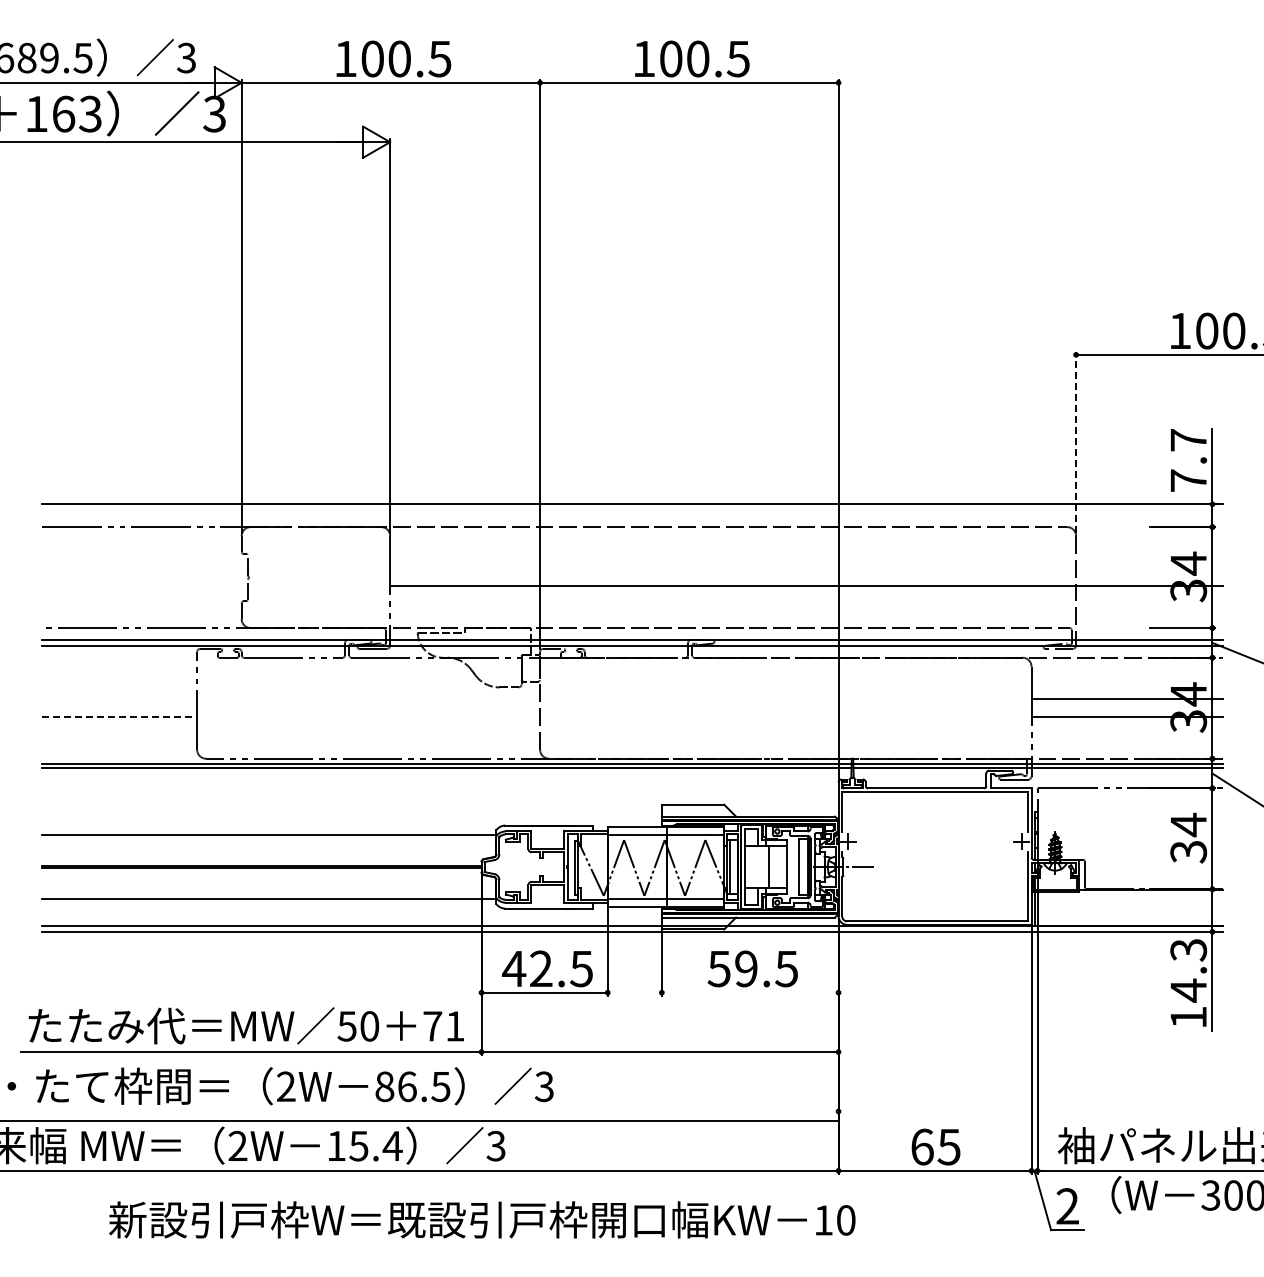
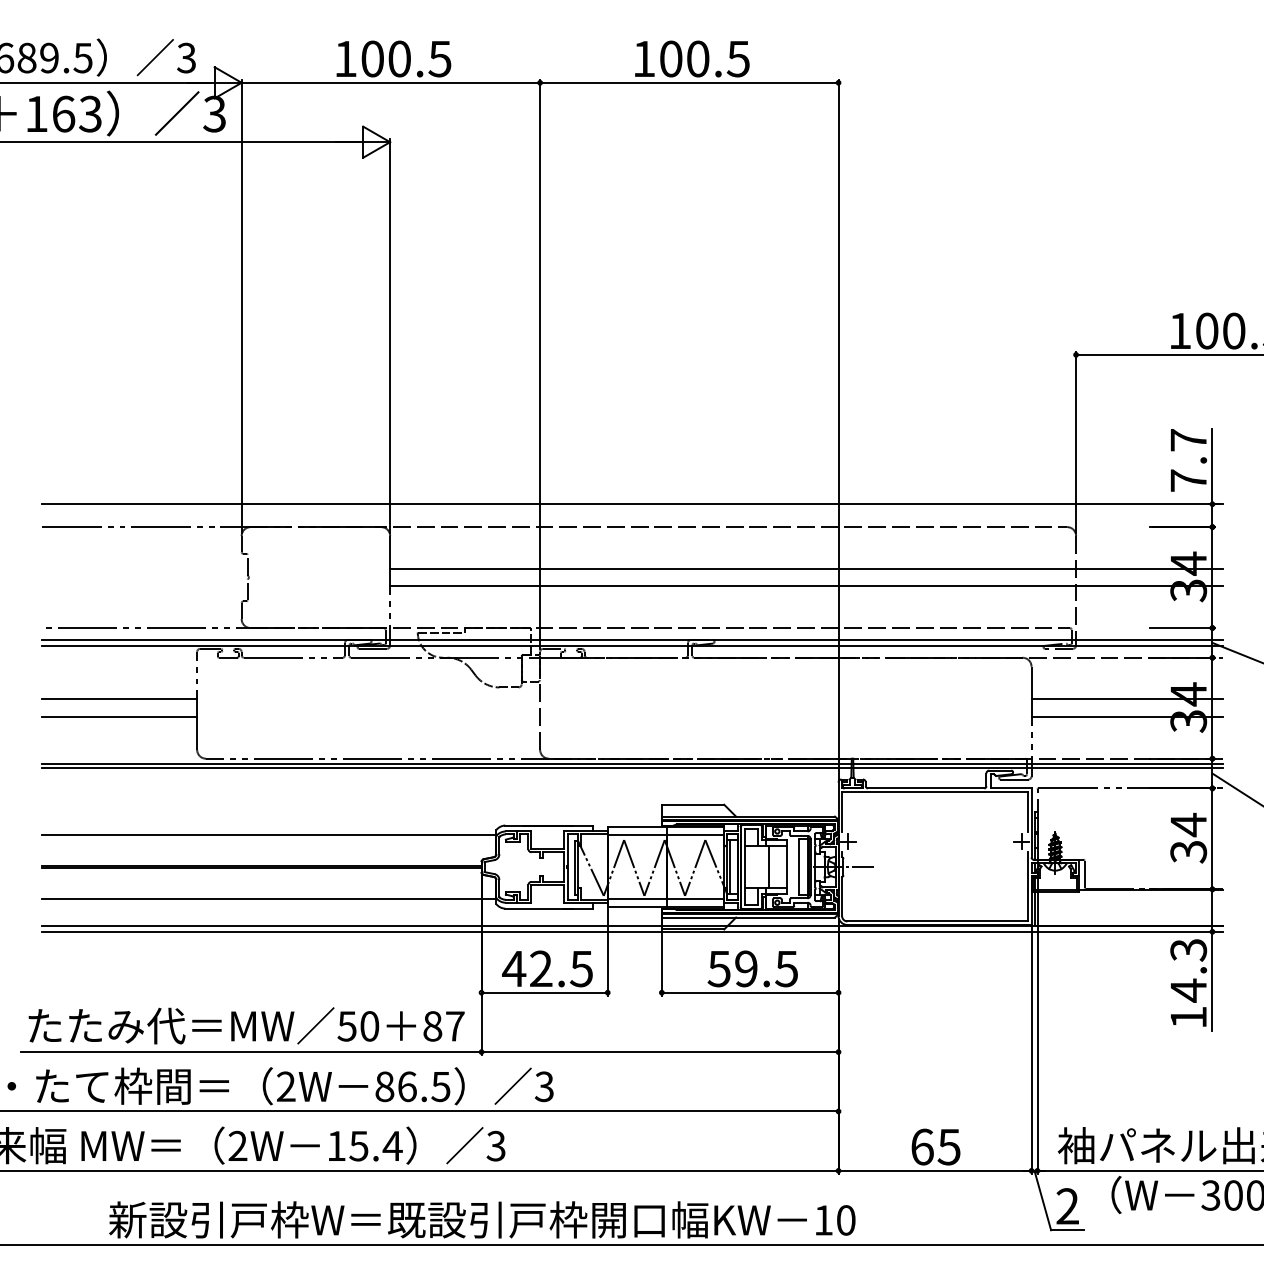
line at (1076, 442): dashed -> solid
line at (806, 568): none -> present
line at (119, 699): none -> present
line at (120, 717): dashed -> solid
line at (749, 992): none -> present
text at (443, 1026): 71 -> 87
line at (420, 1121) position: (420, 1121) -> (420, 1111)
line at (631, 1245): none -> present
